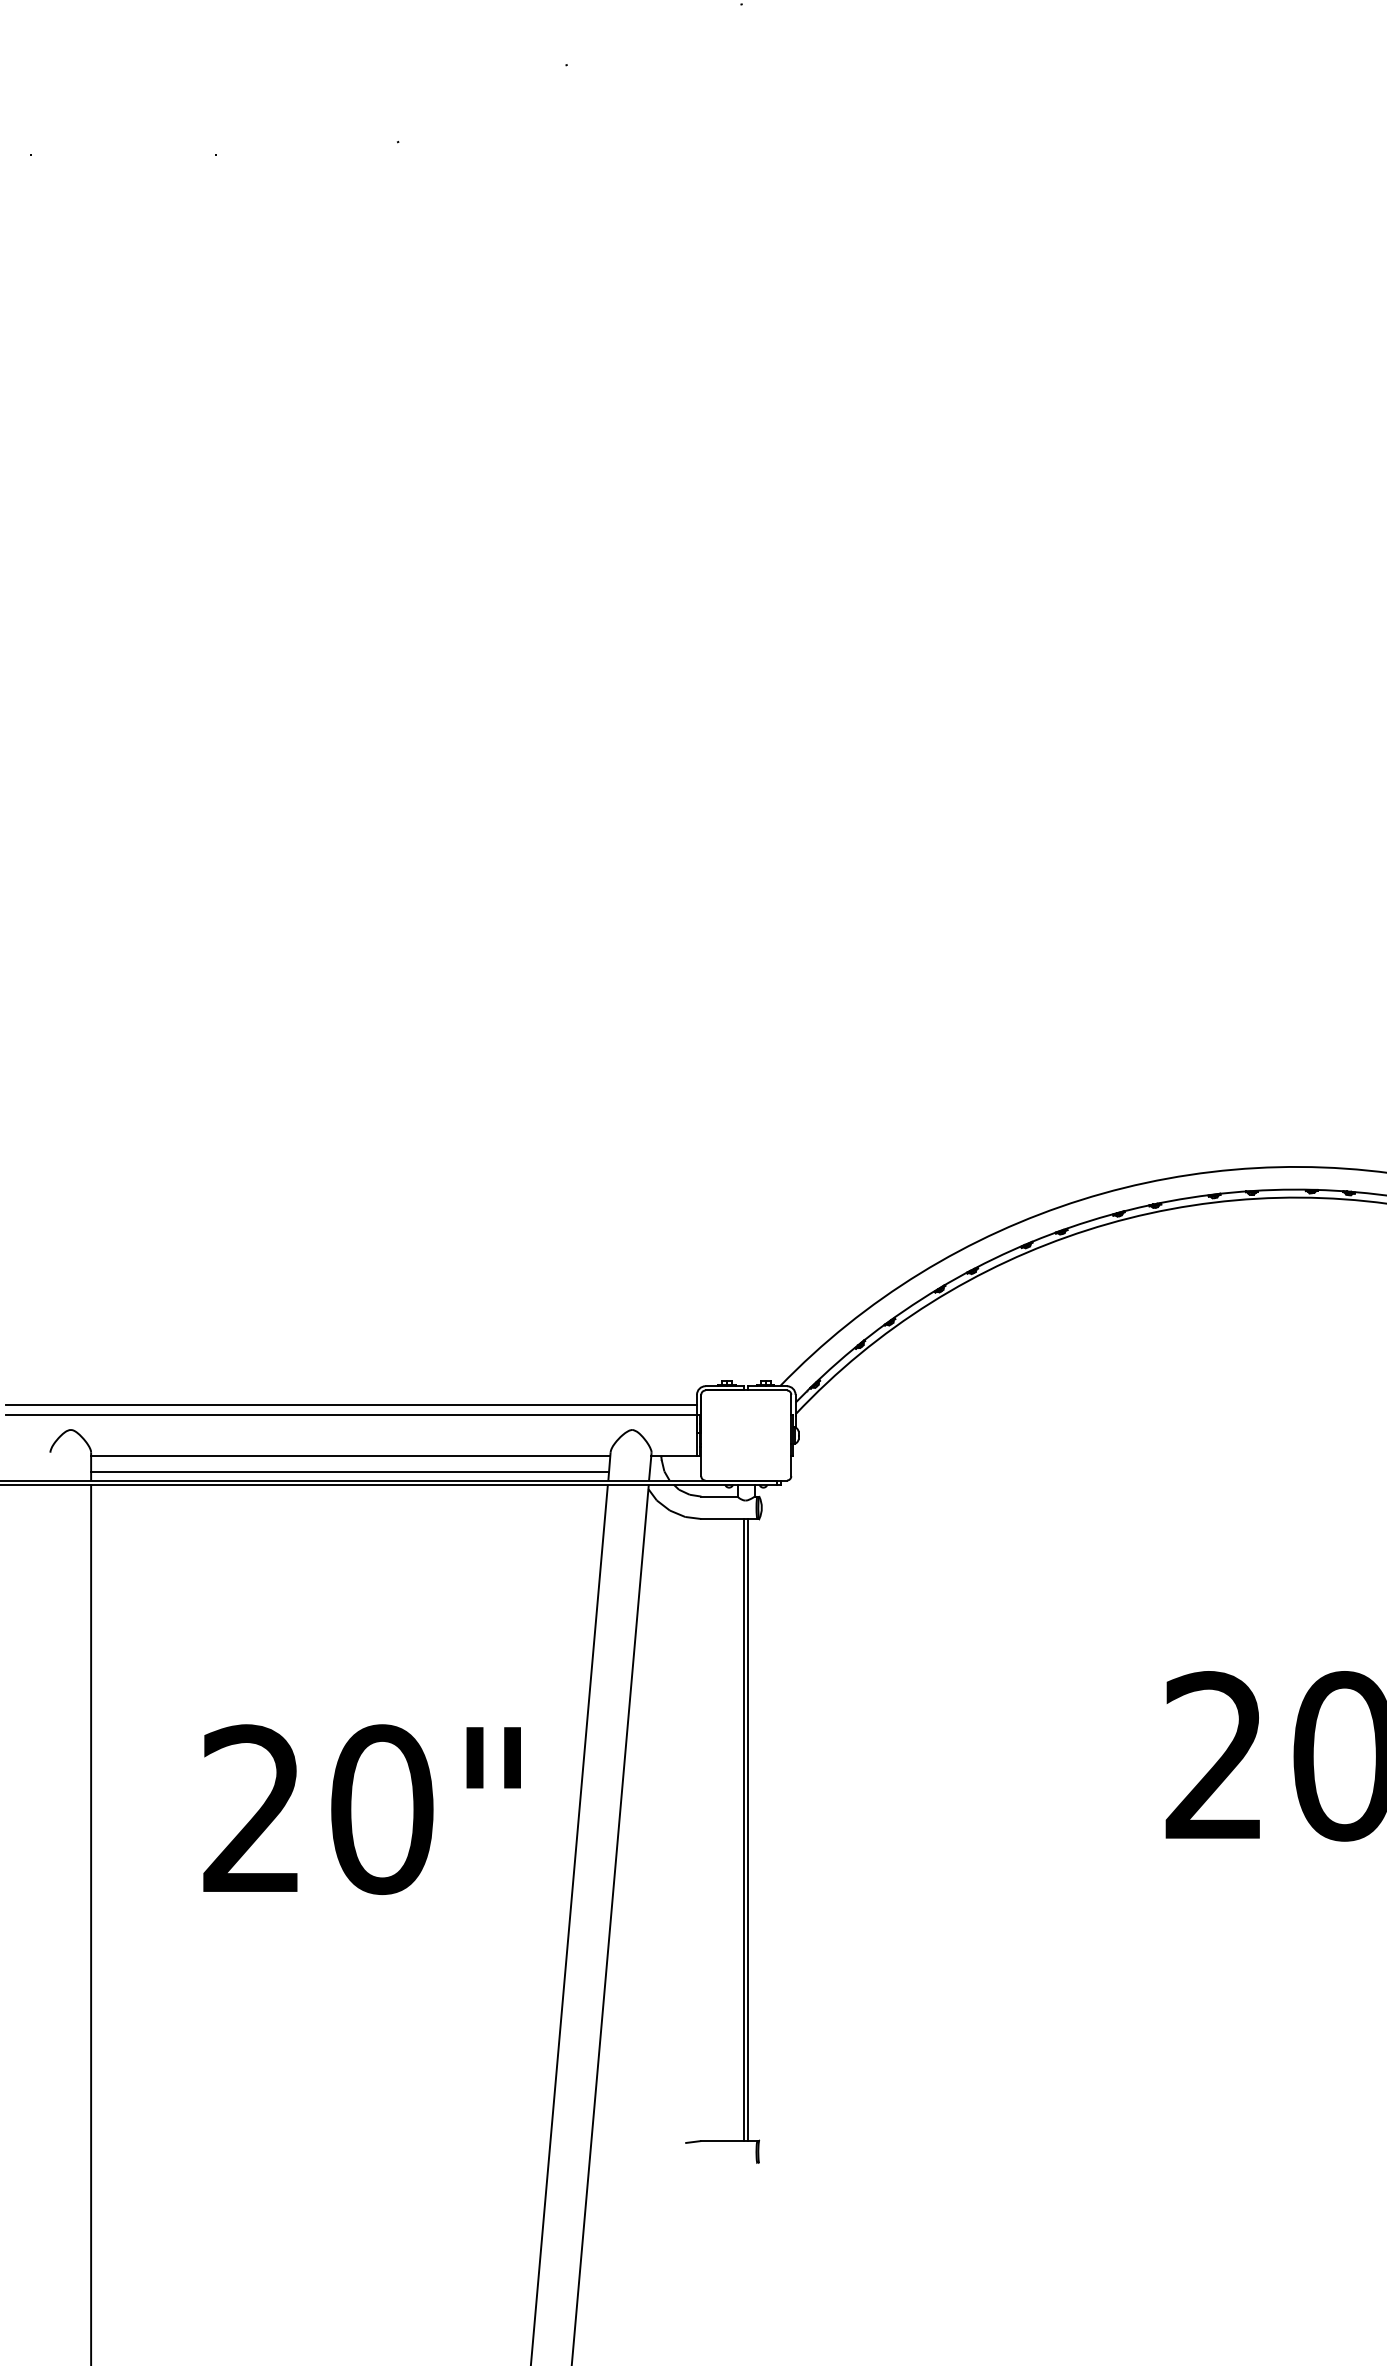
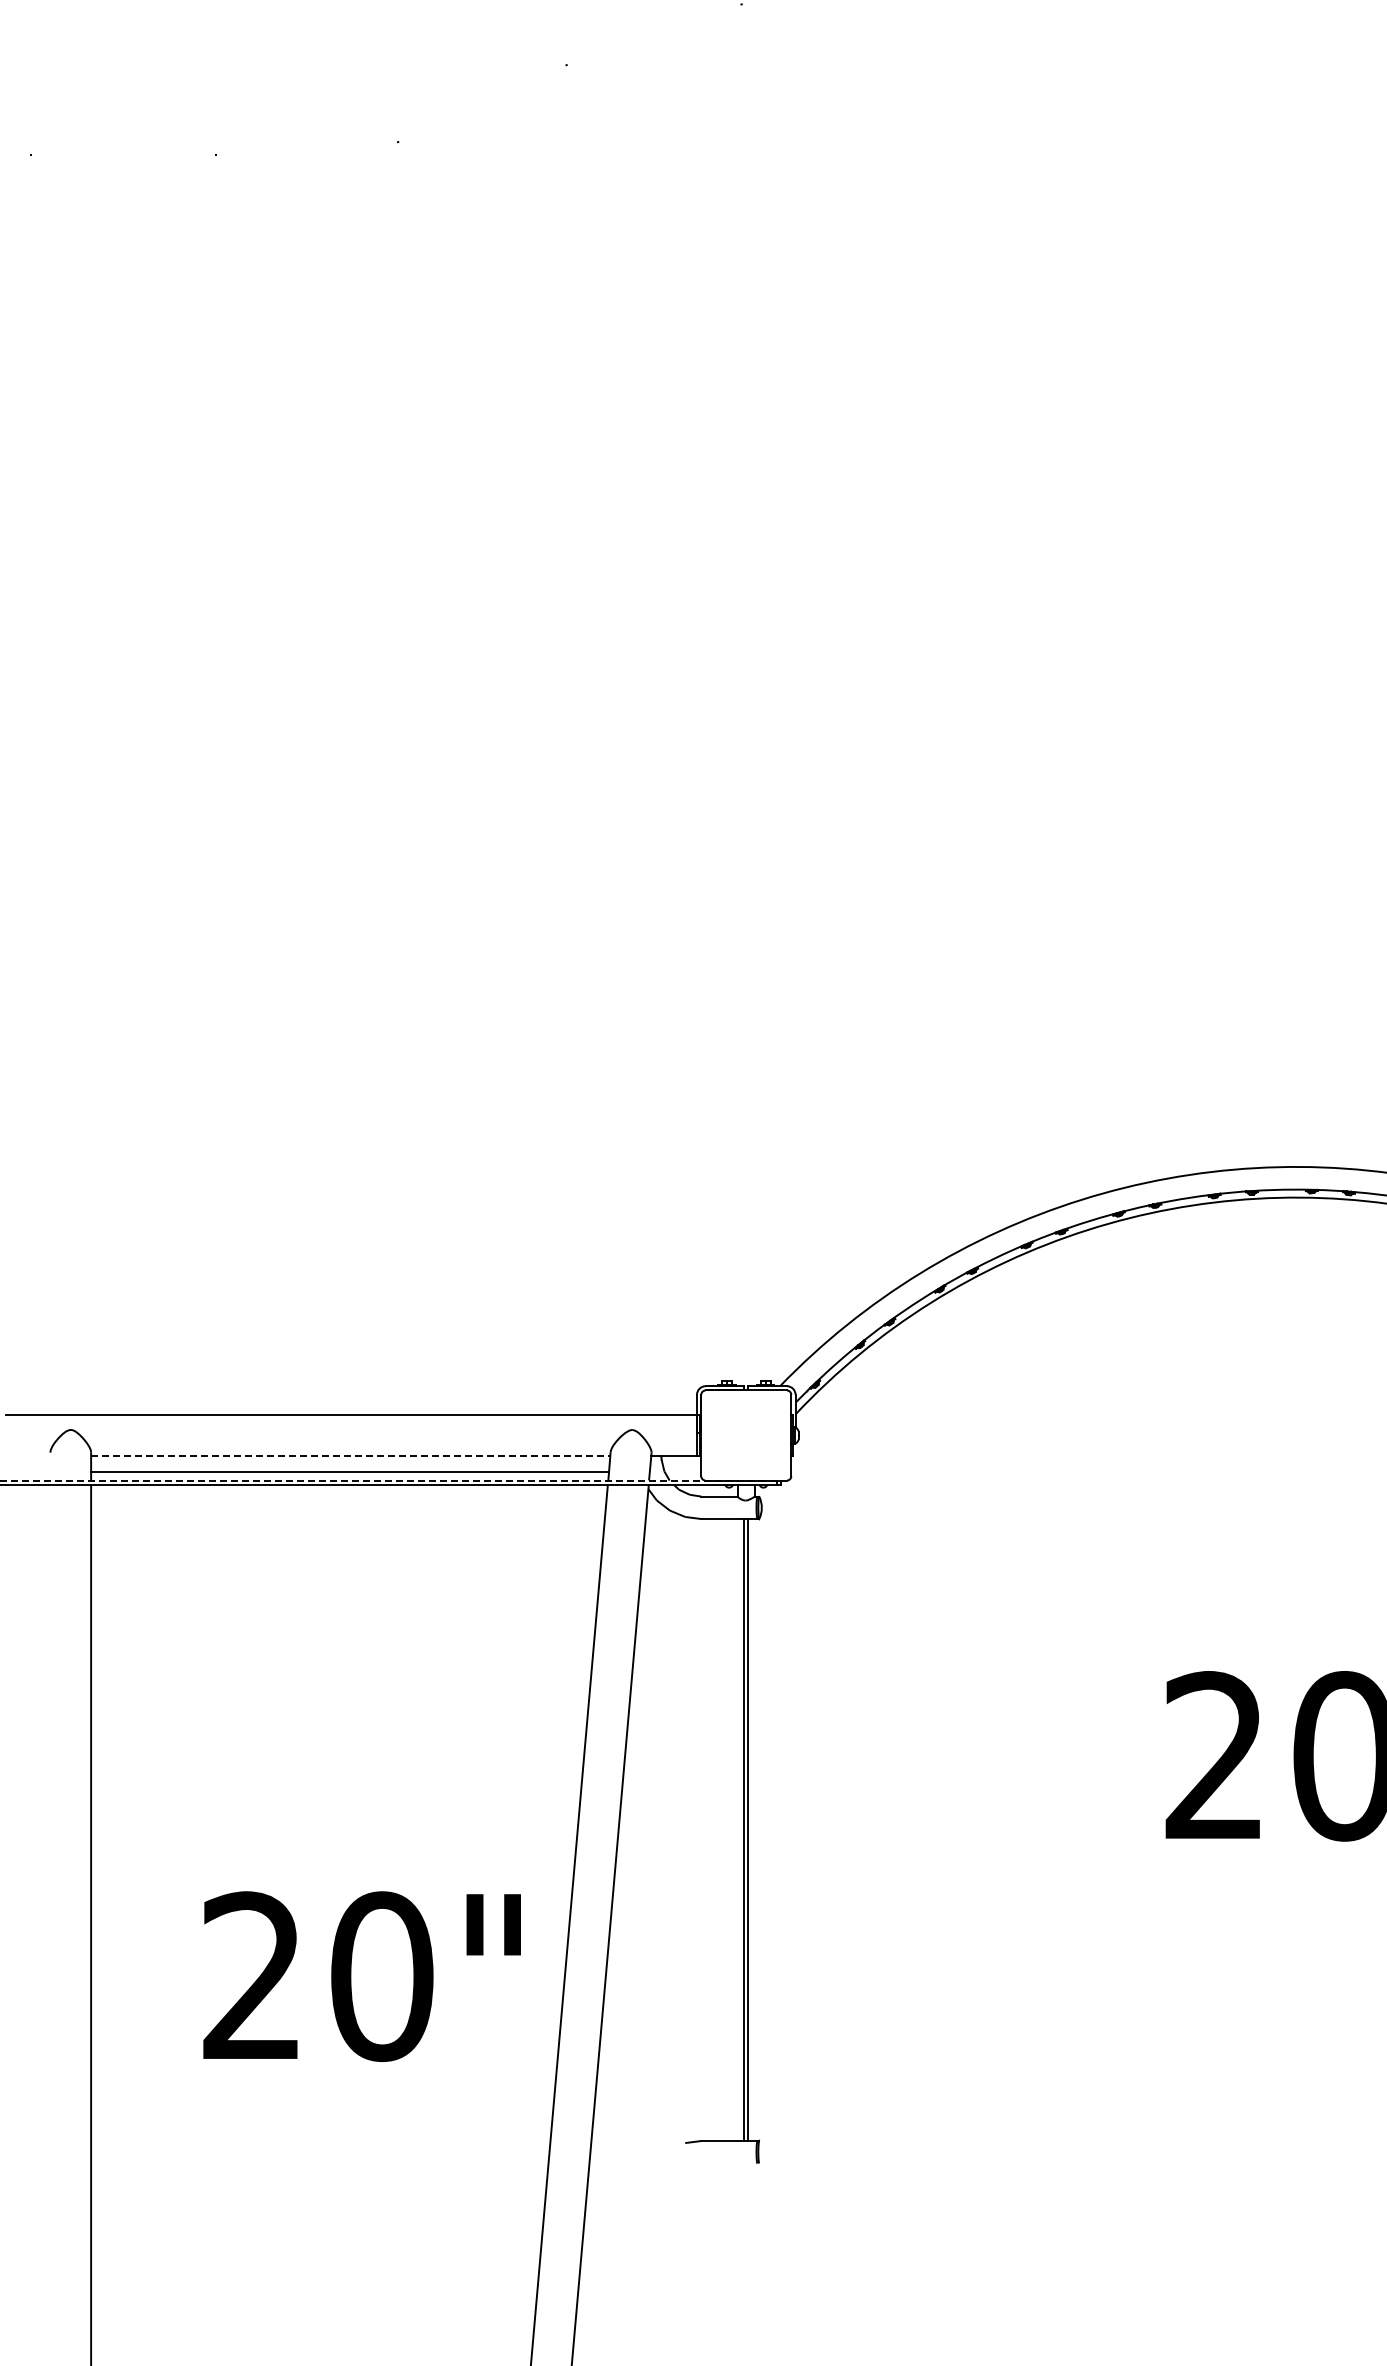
line at (351, 1404): present -> none
line at (350, 1455): solid -> dashed
line at (388, 1480): solid -> dashed
text at (361, 1809) position: (361, 1809) -> (361, 1976)
